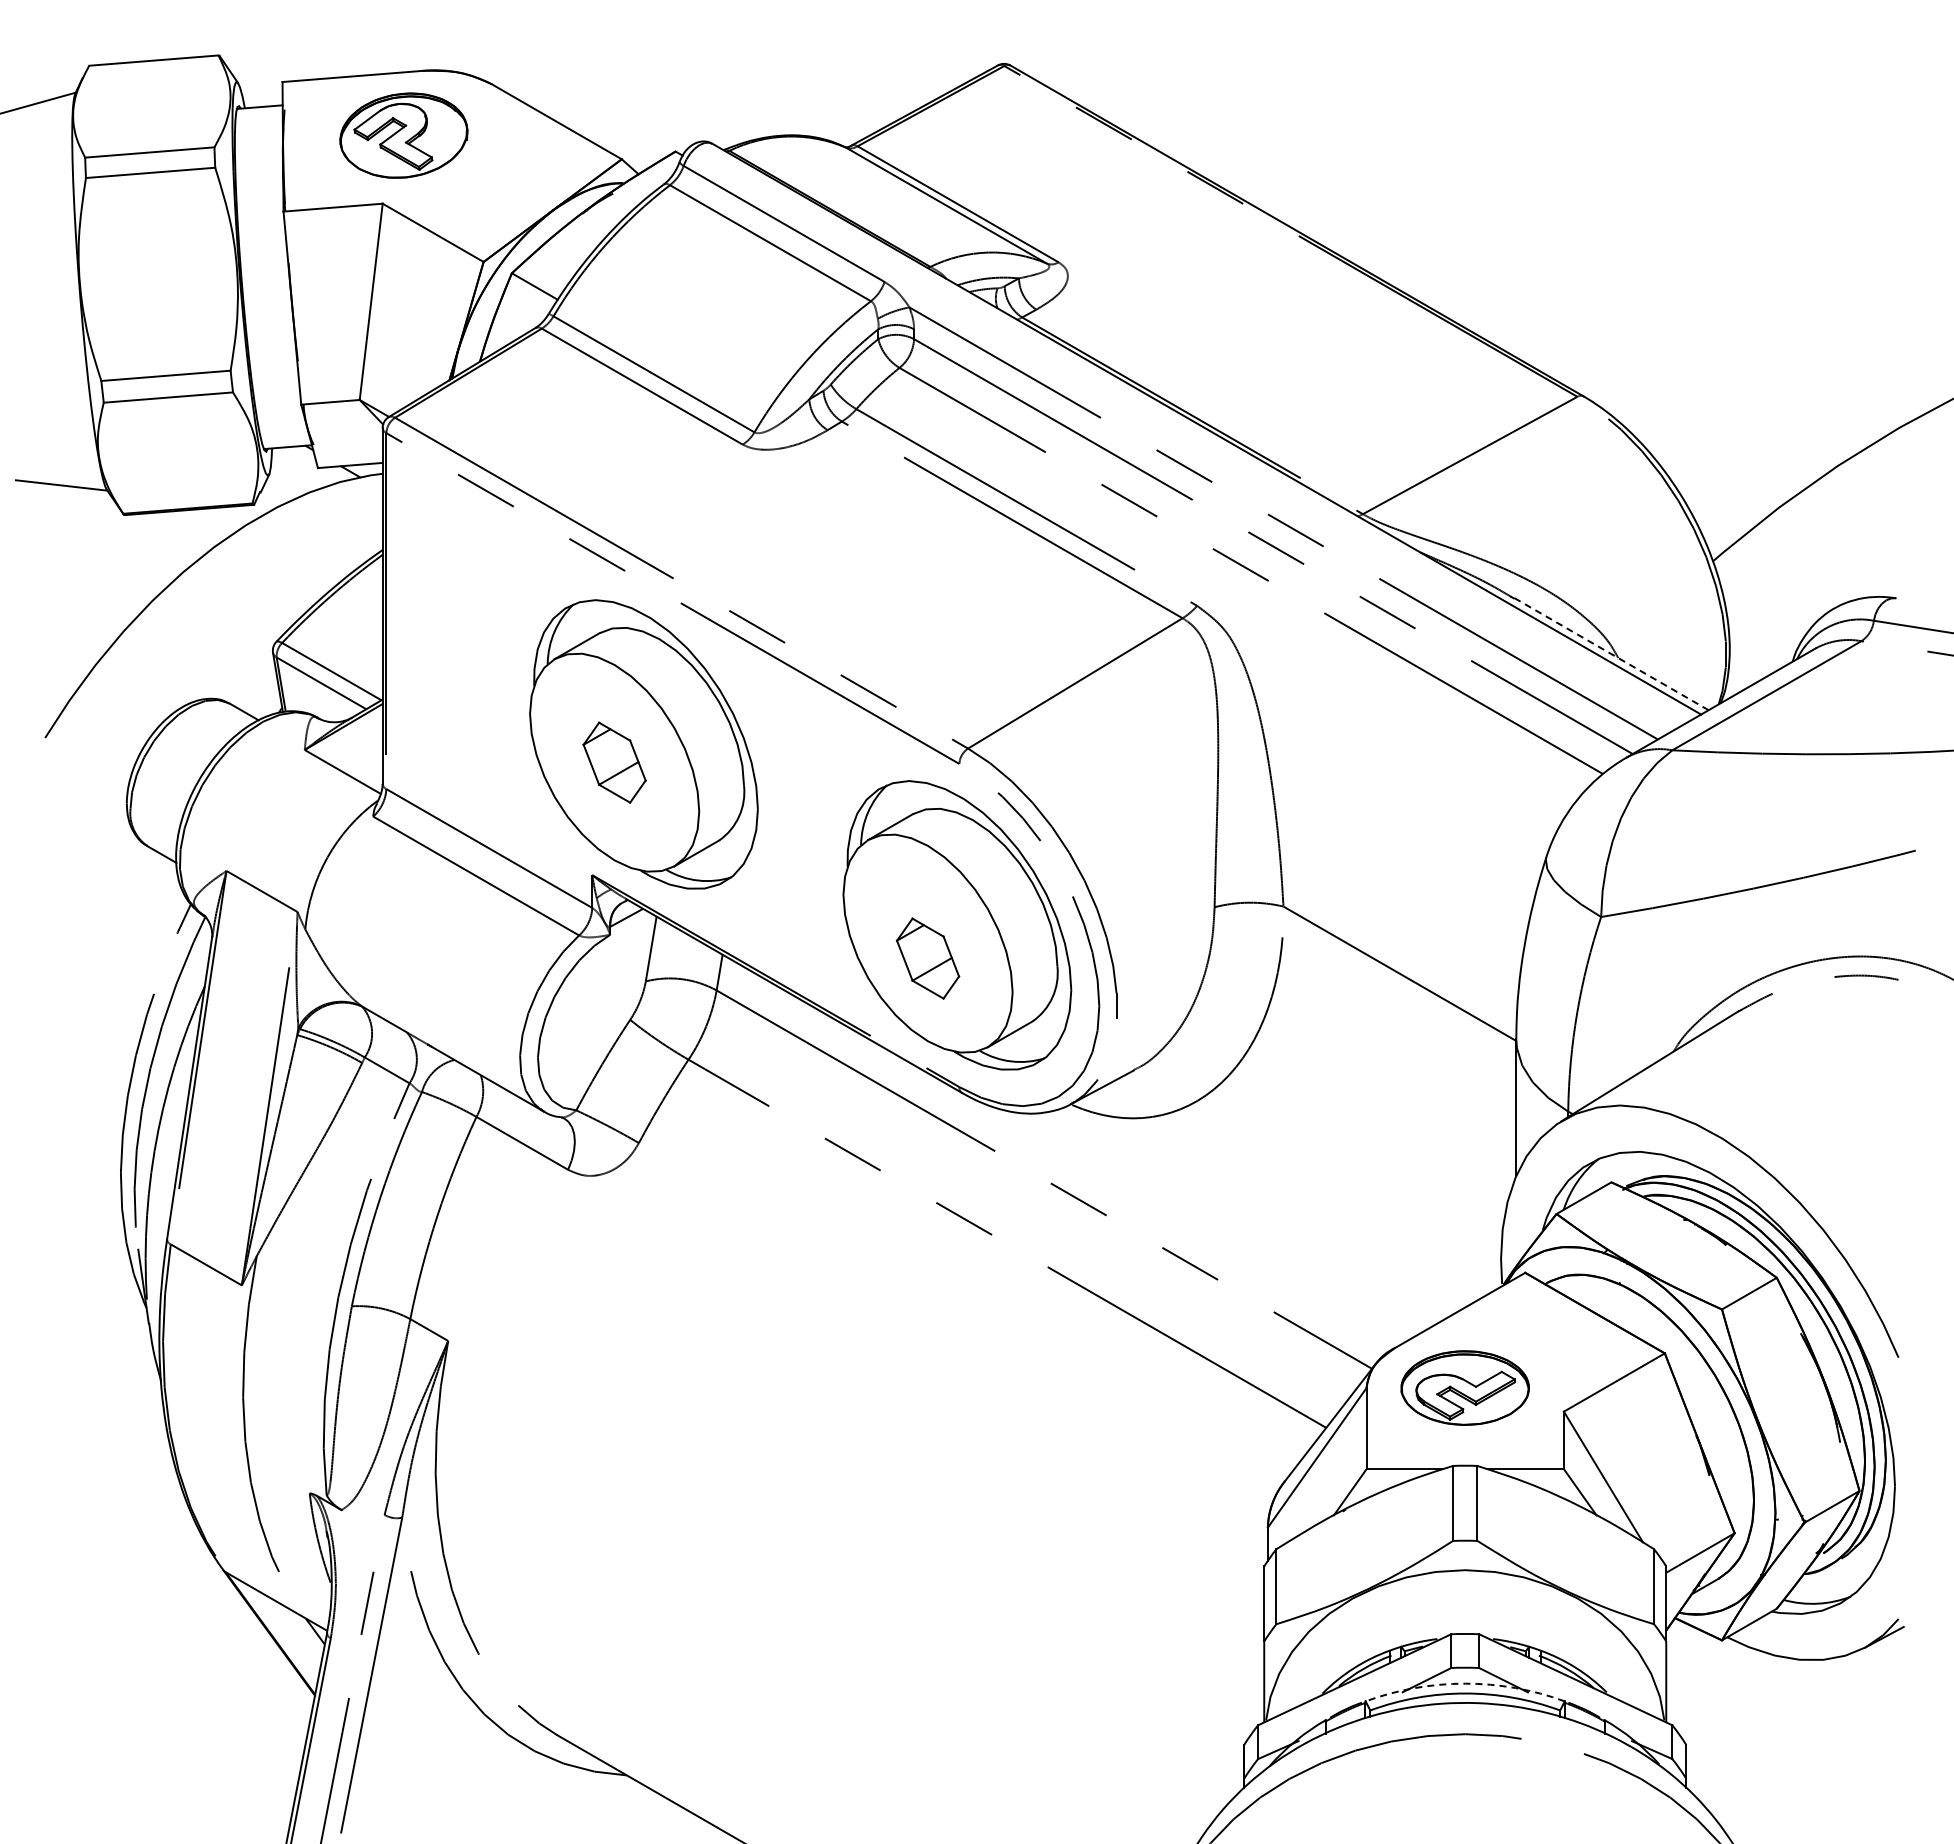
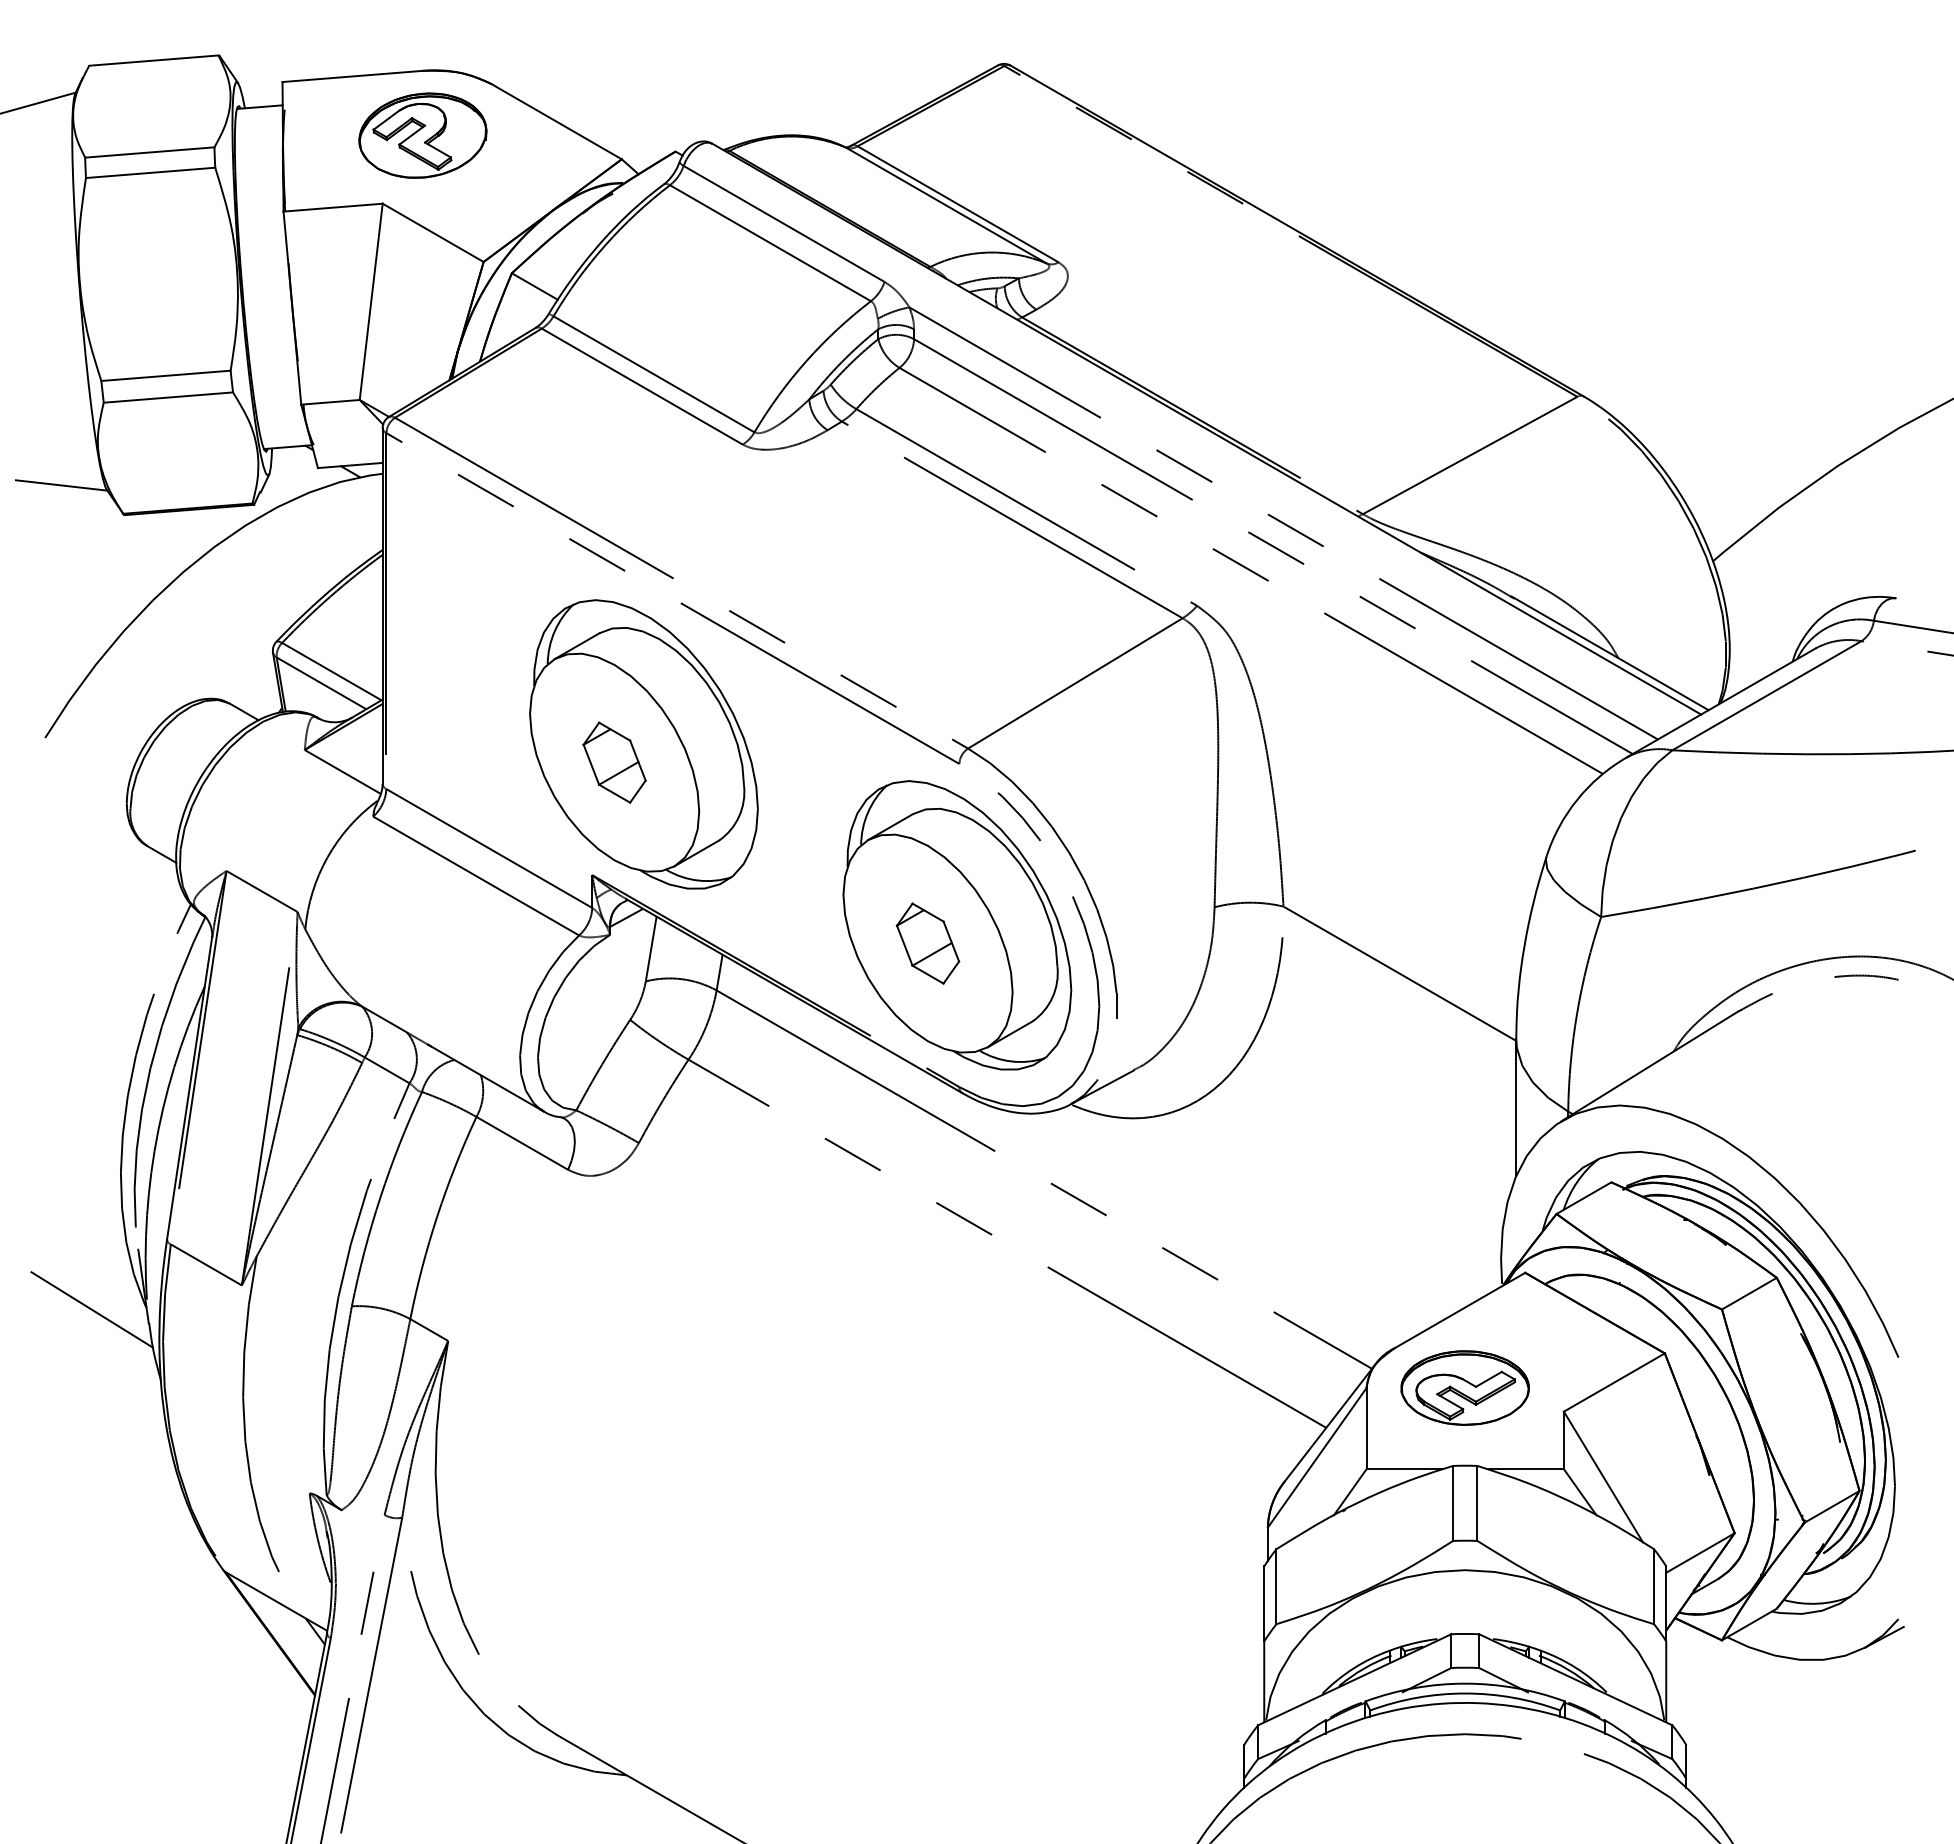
part at (403, 135) position: (403, 135) -> (422, 135)
line at (1610, 653): dashed -> solid
part at (927, 958) position: (927, 958) -> (927, 943)
line at (91, 1309): none -> present
arc at (1465, 1683): dashed -> solid
